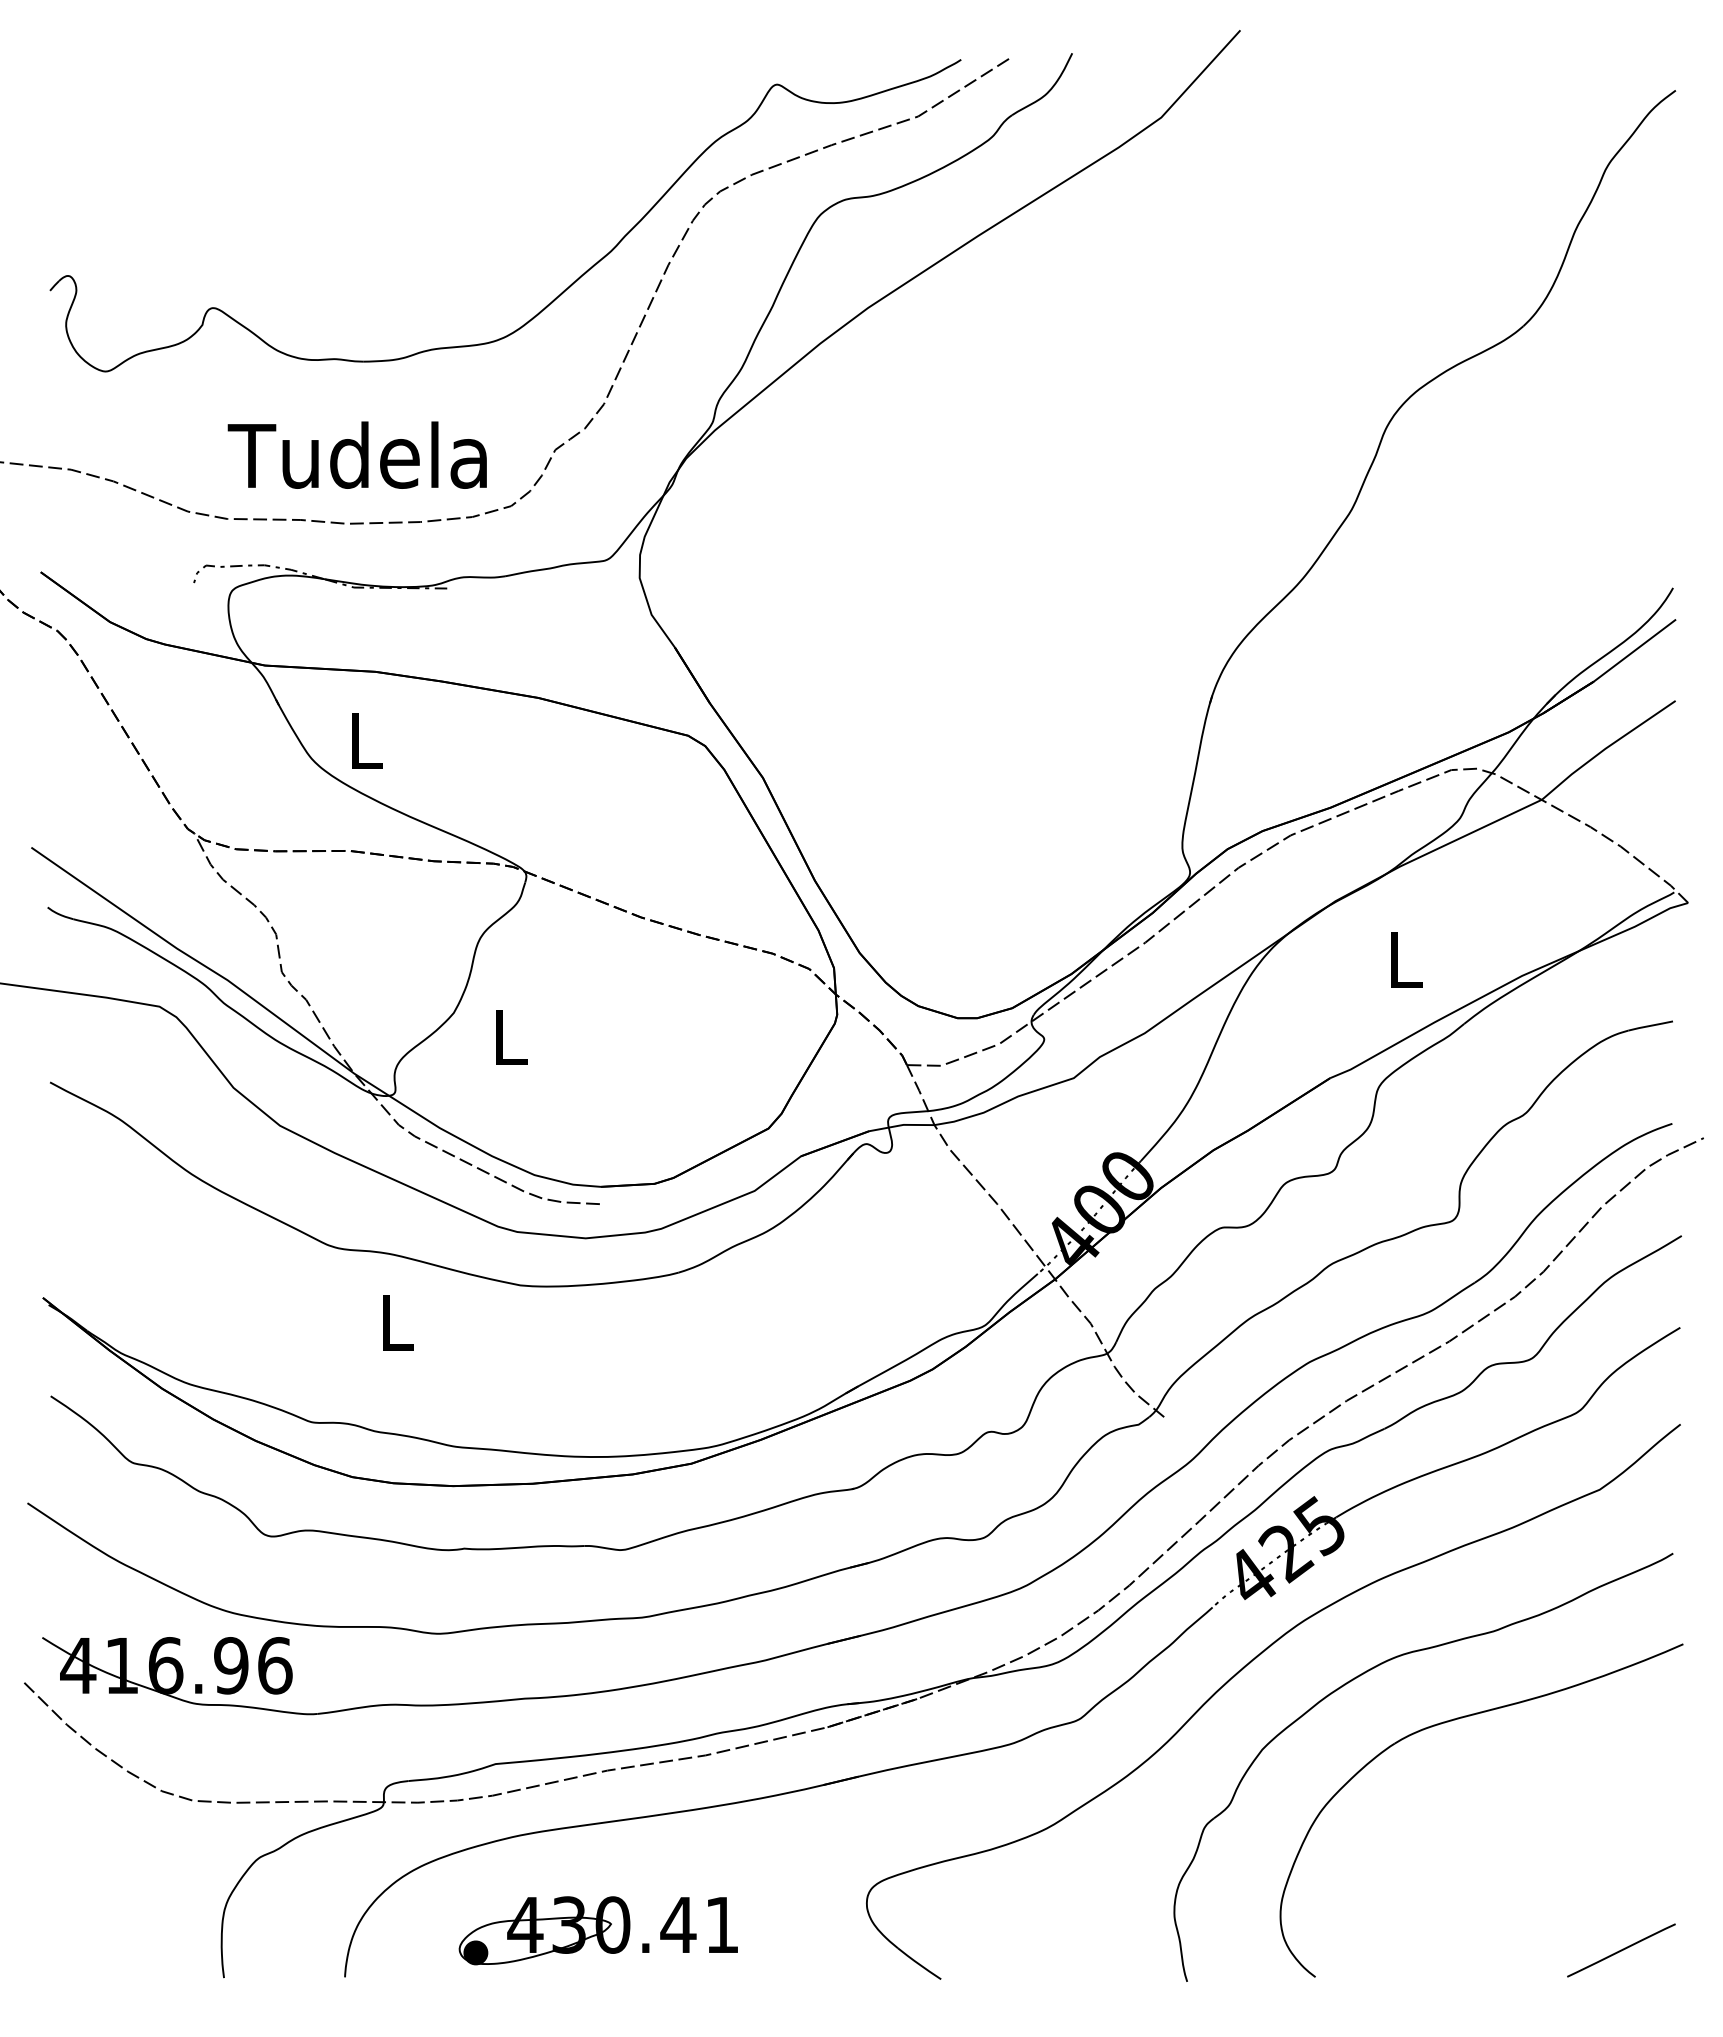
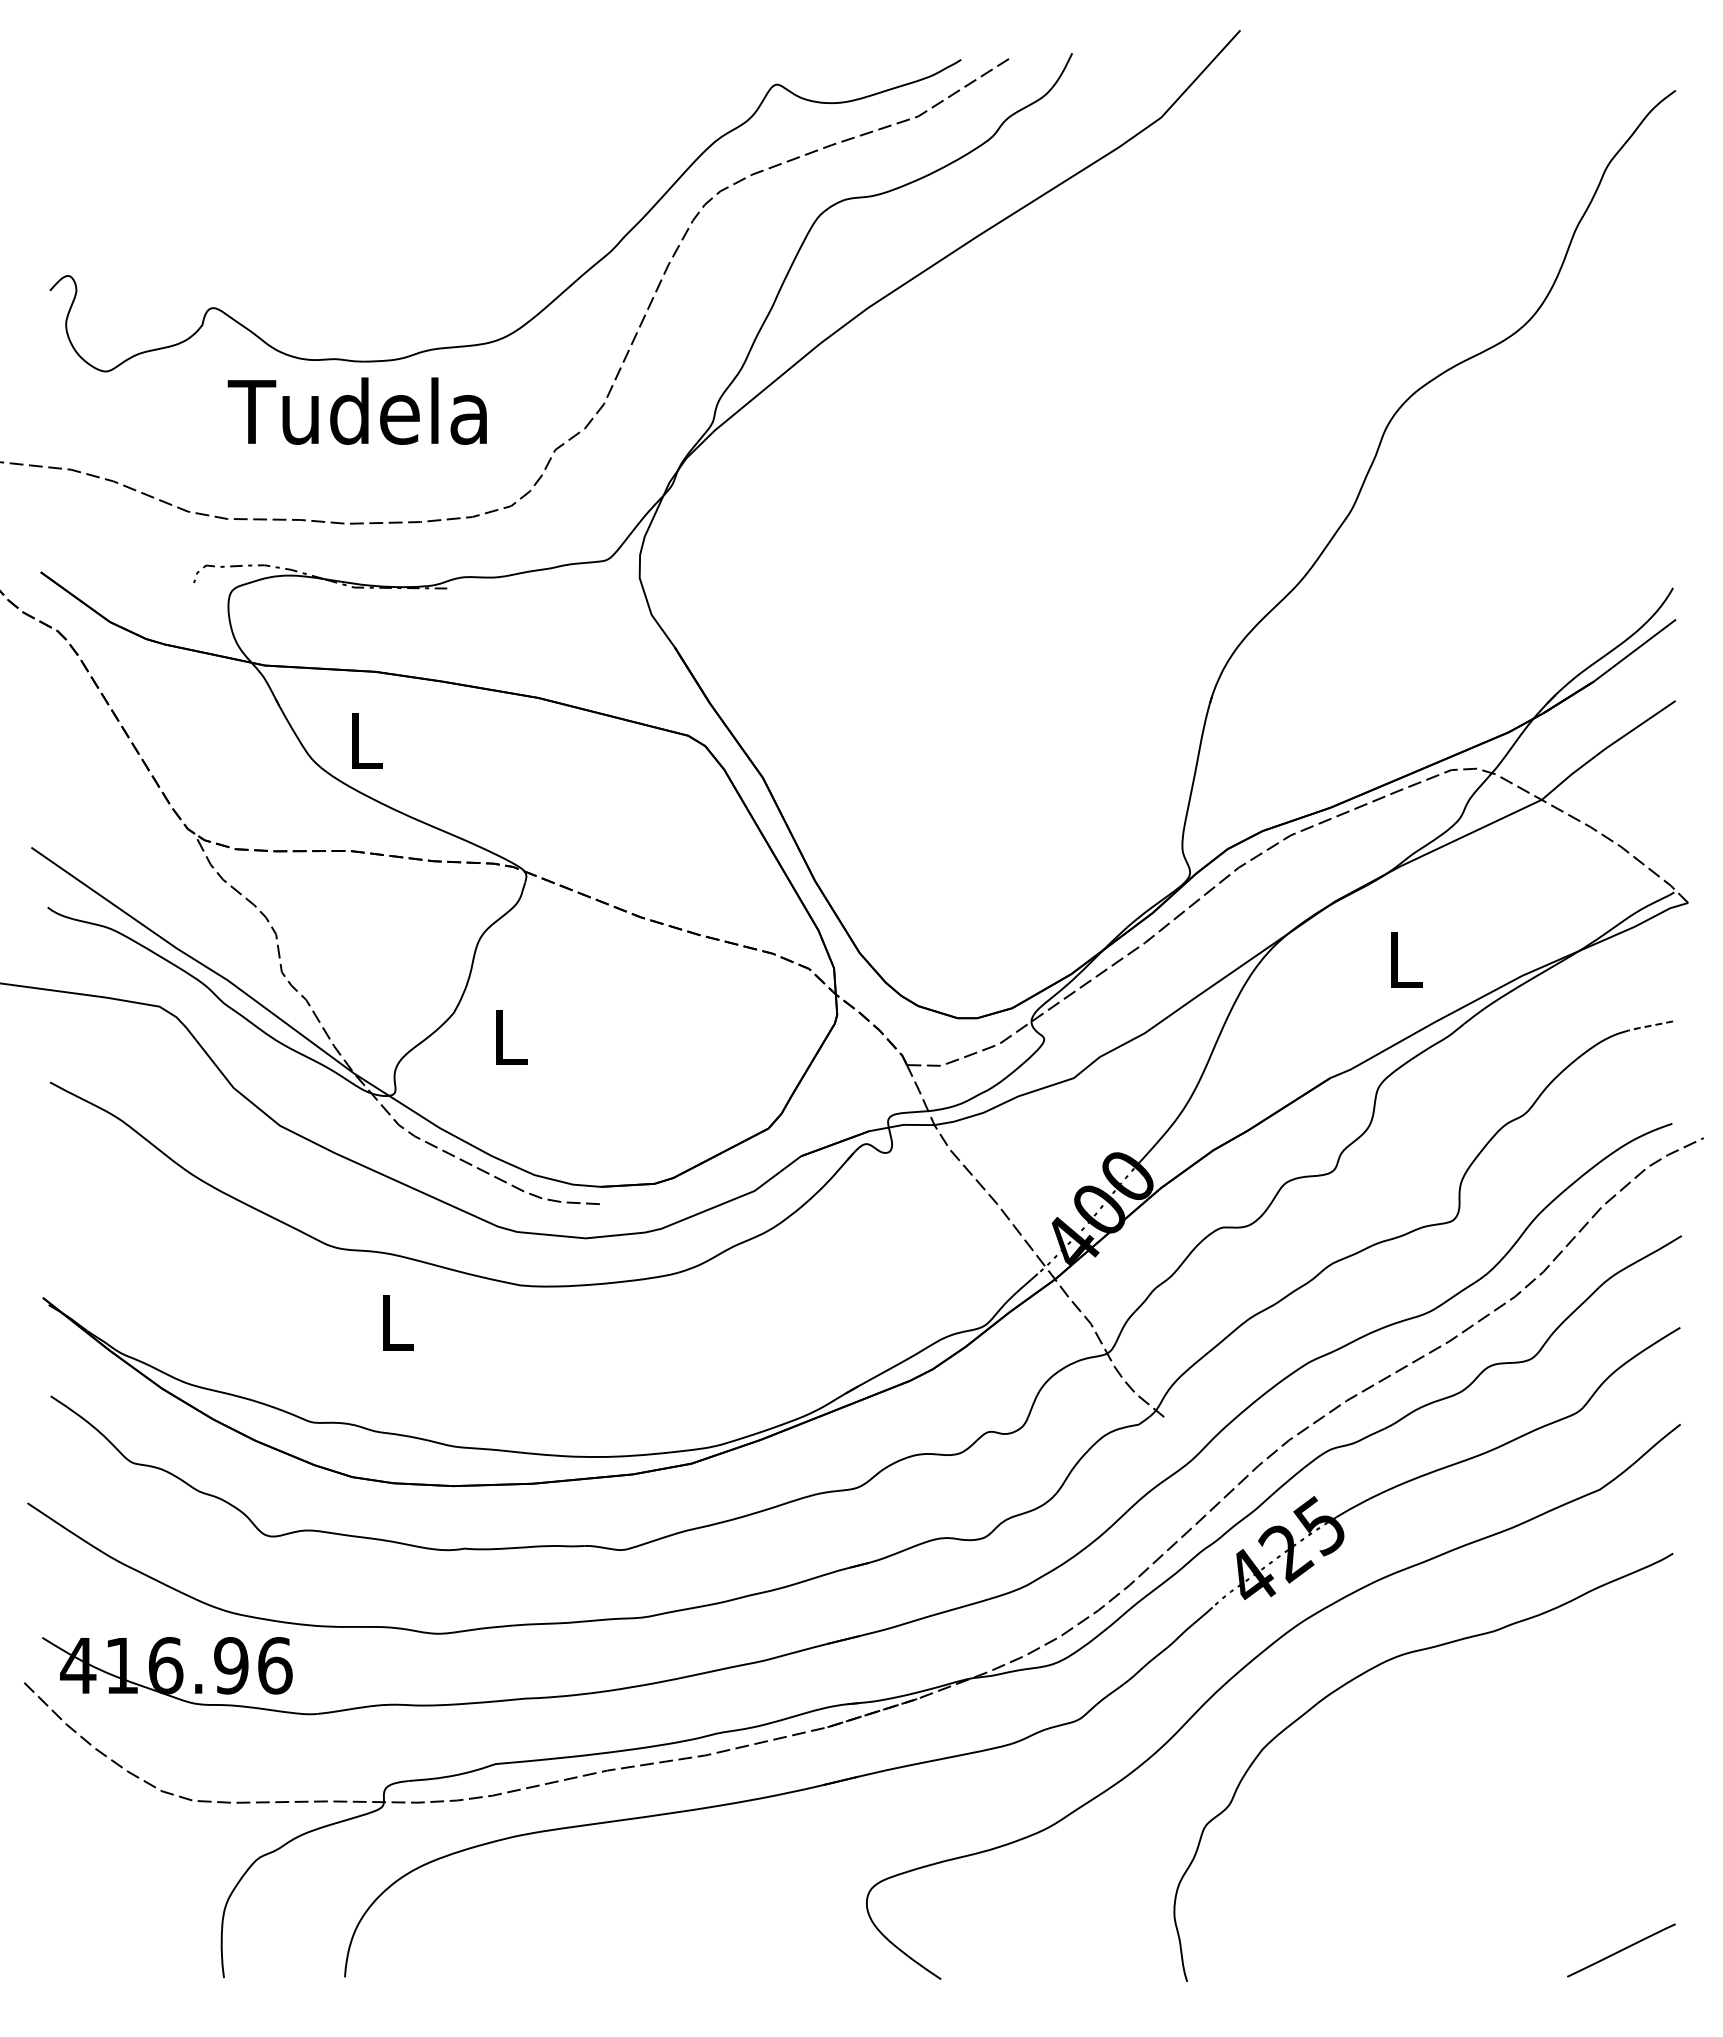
text at (356, 454) position: (356, 454) -> (356, 410)
line at (1650, 1025): solid -> dashed
part at (1455, 1720): present -> none
part at (597, 1930): present -> none
